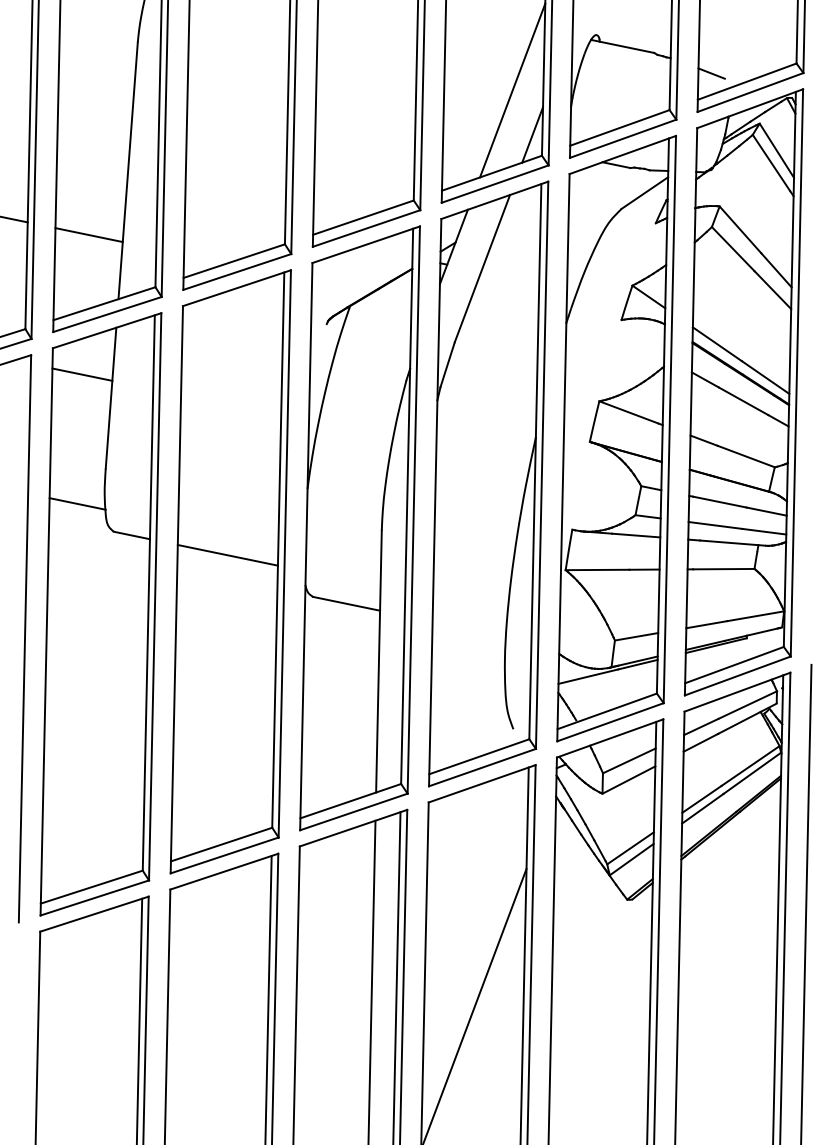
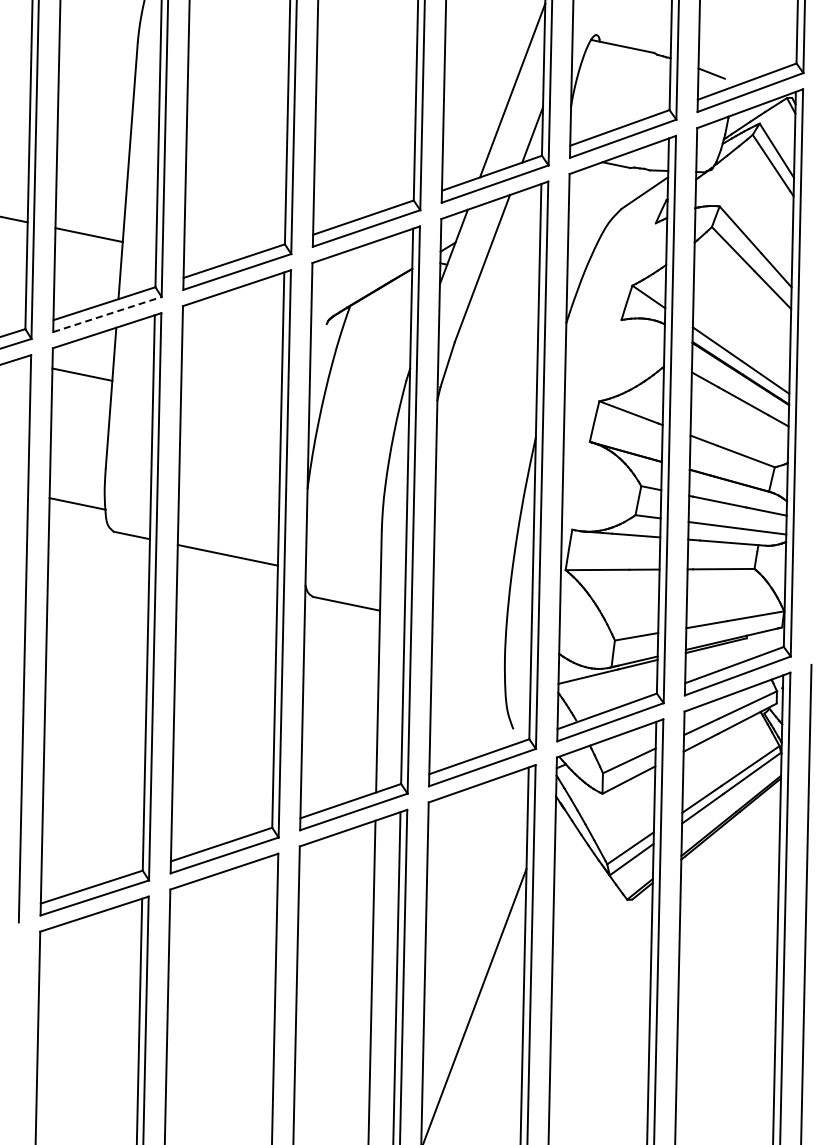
line at (107, 314): solid -> dashed
line at (268, 998): present -> none
